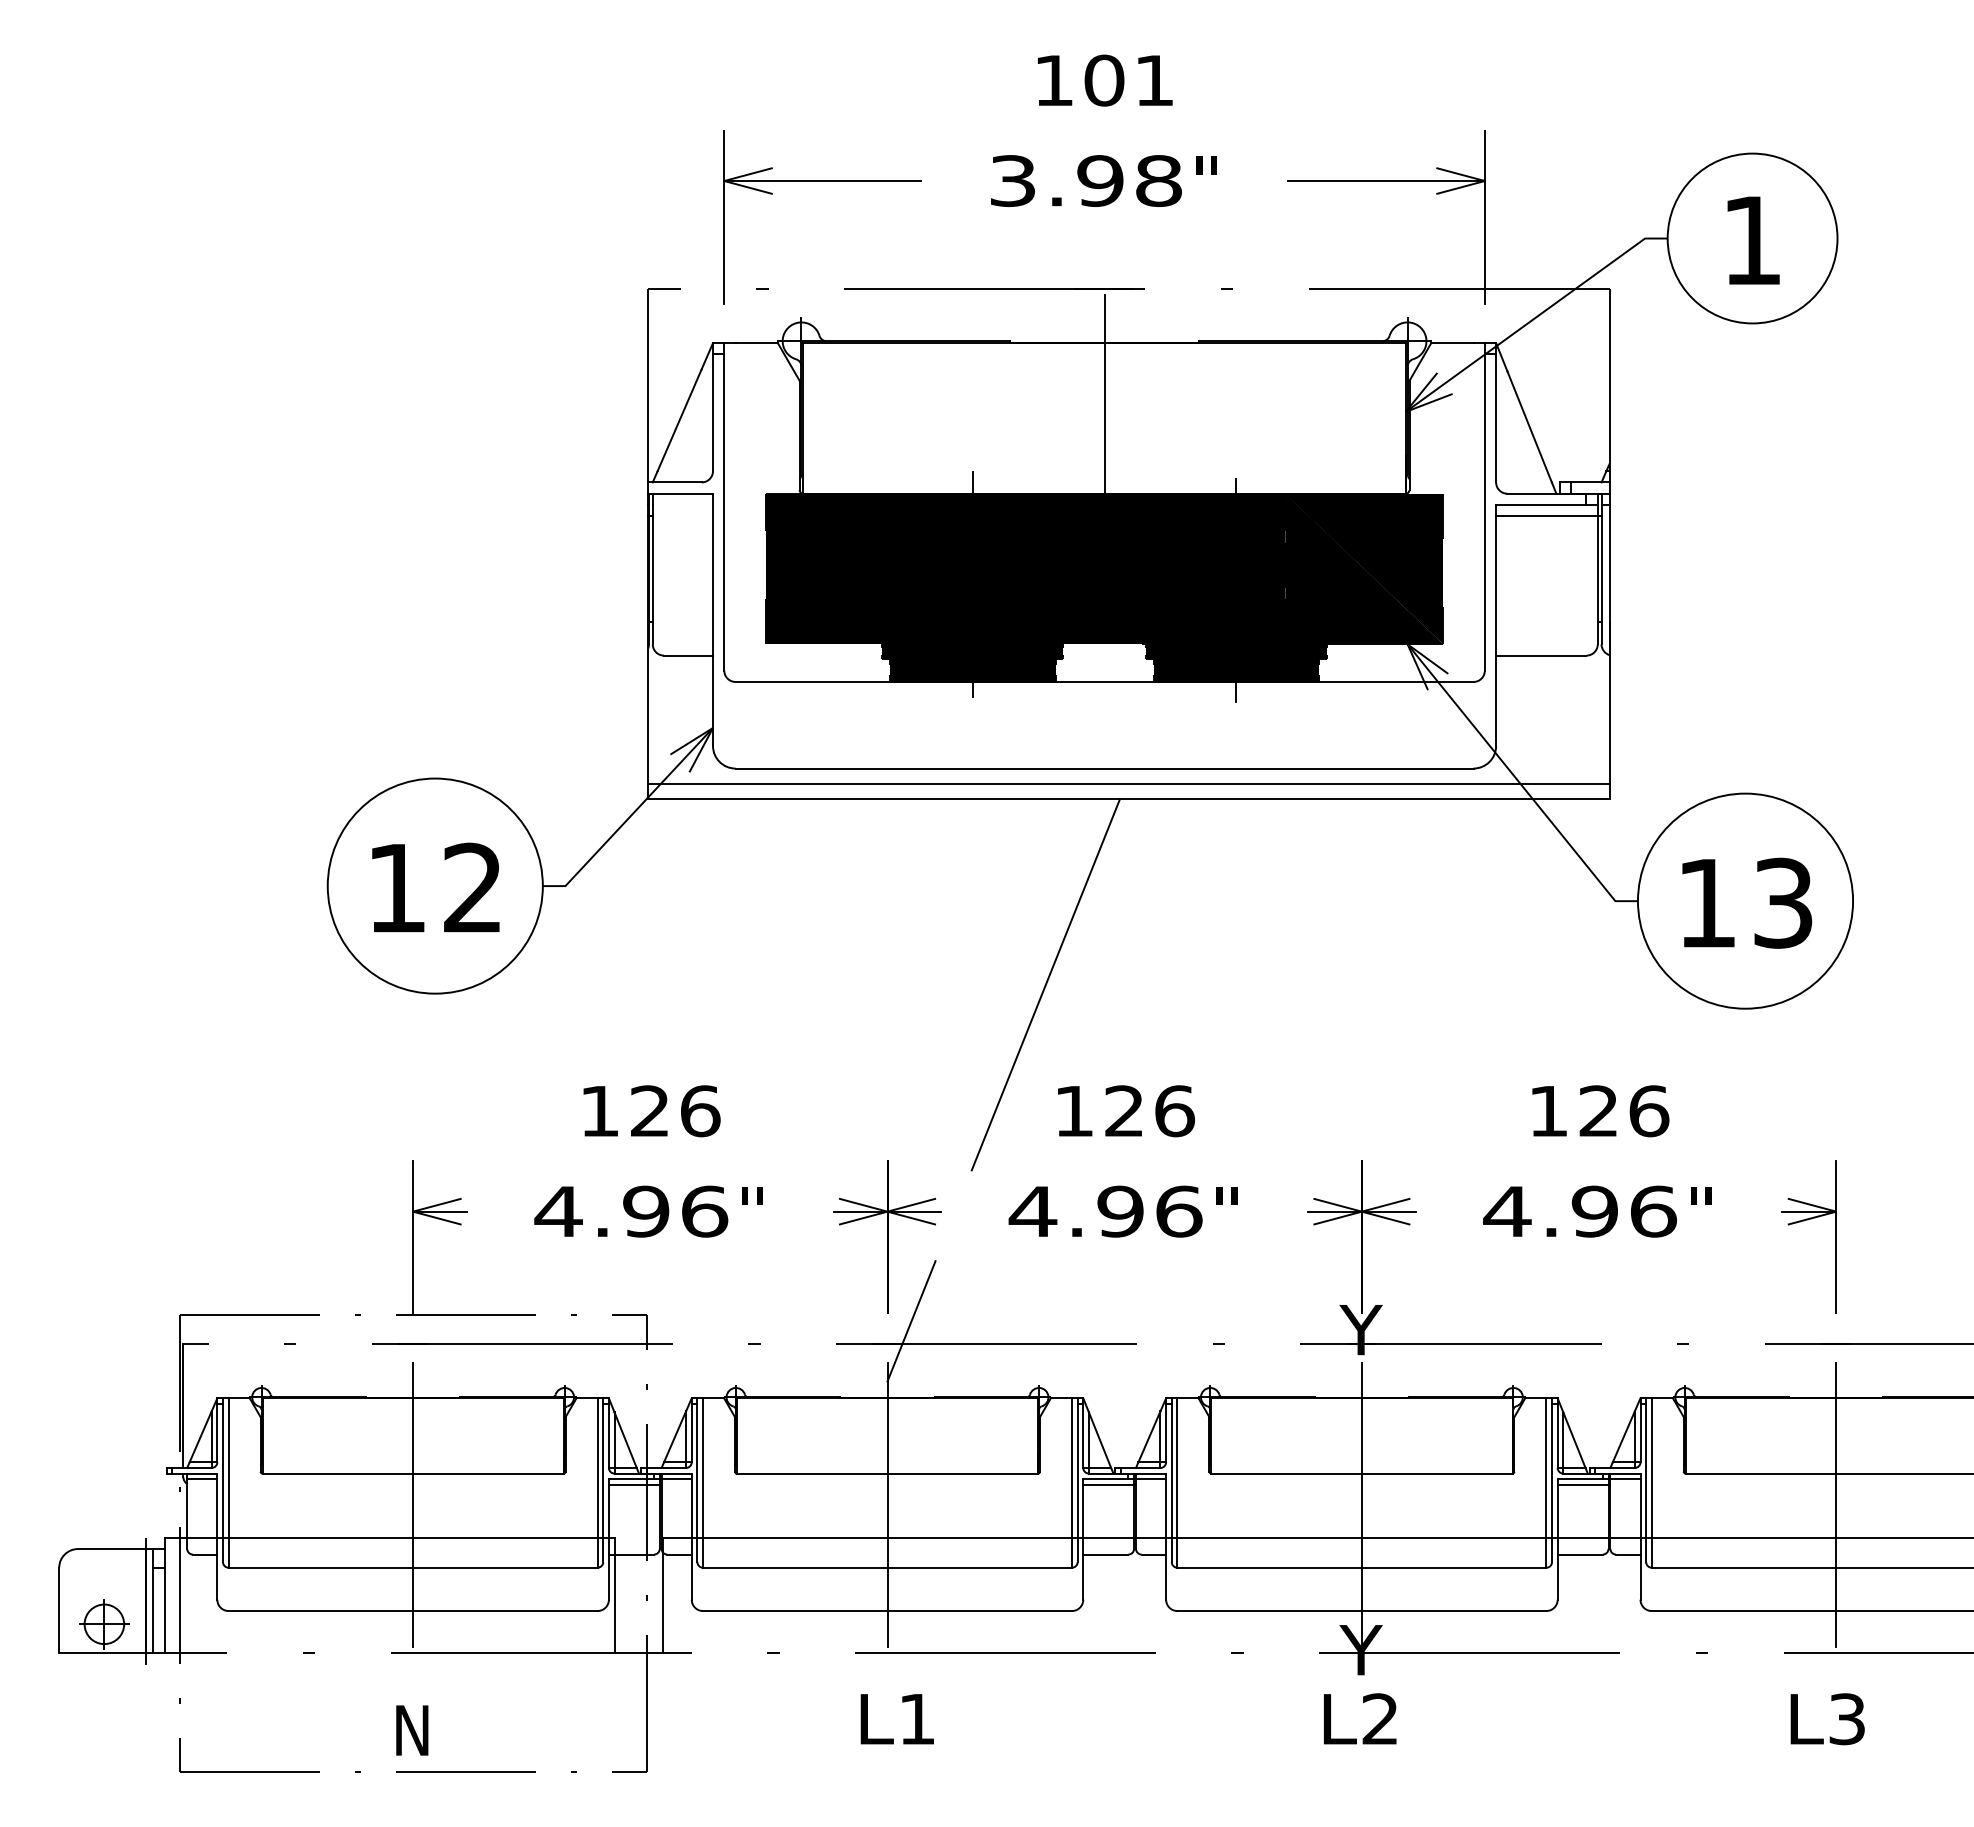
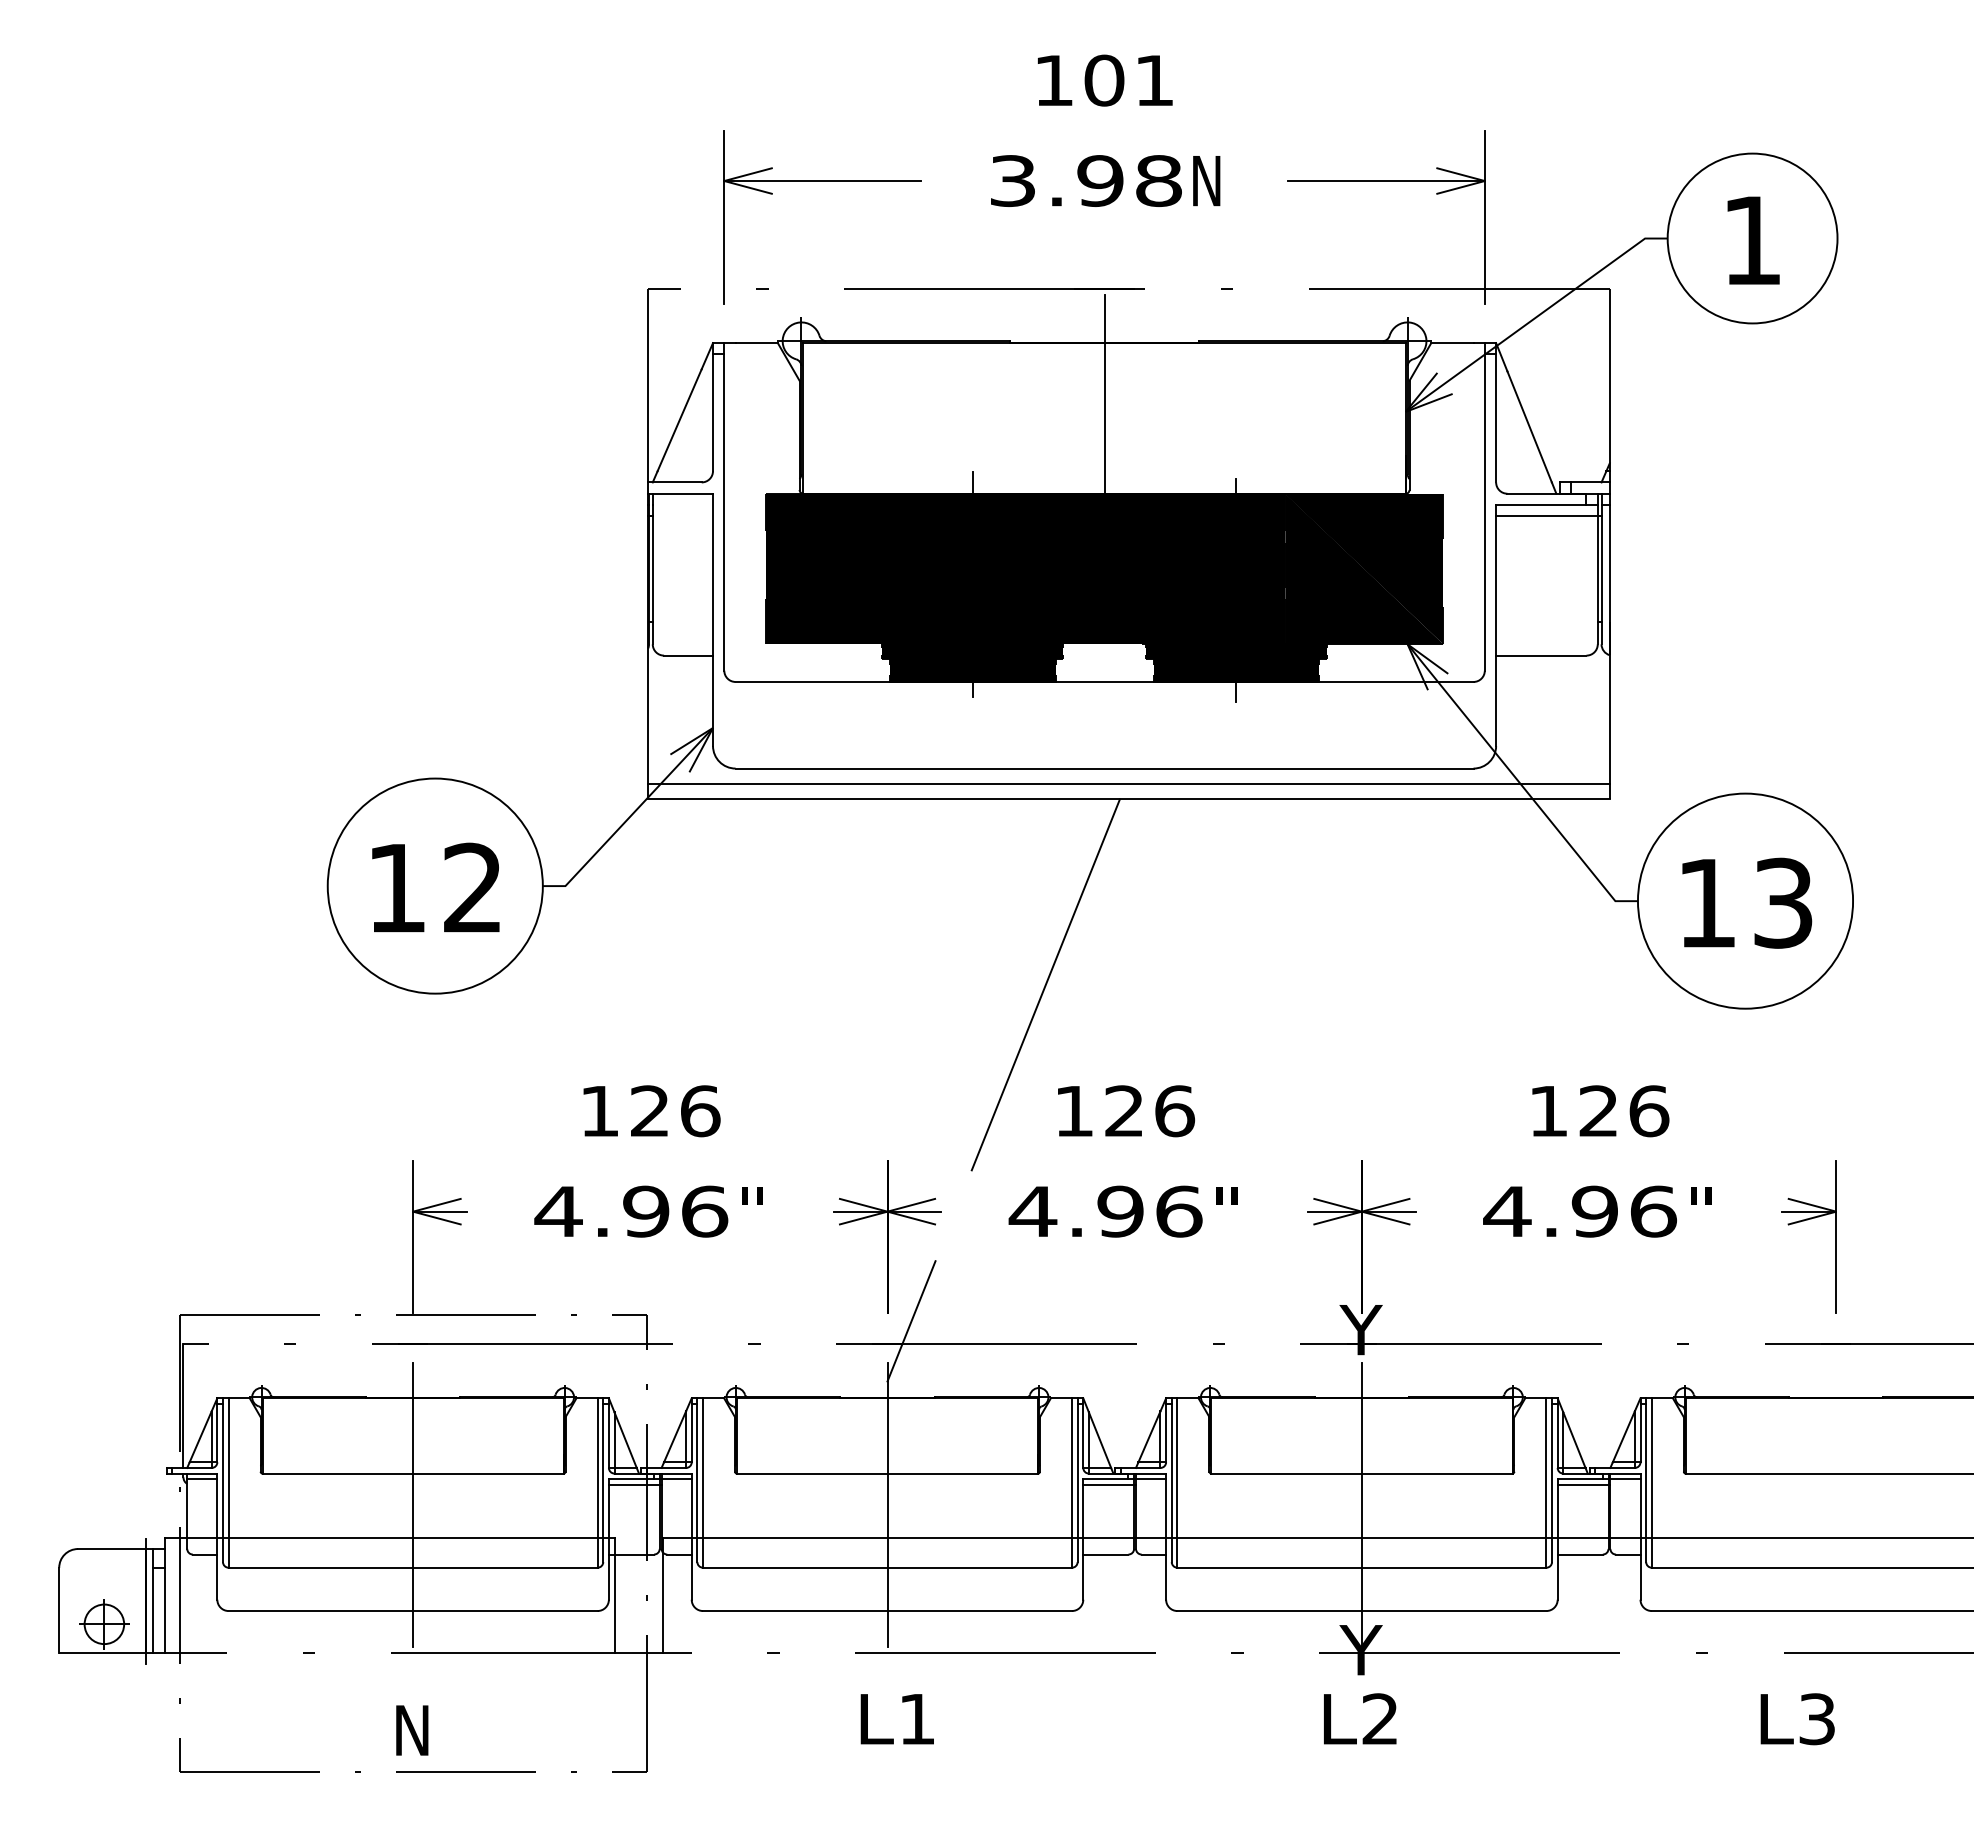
text at (1206, 181): " -> N
line at (1836, 1504): present -> none
text at (1827, 1719) position: (1827, 1719) -> (1797, 1719)
